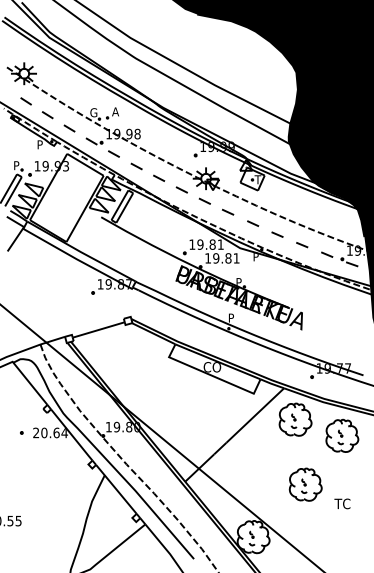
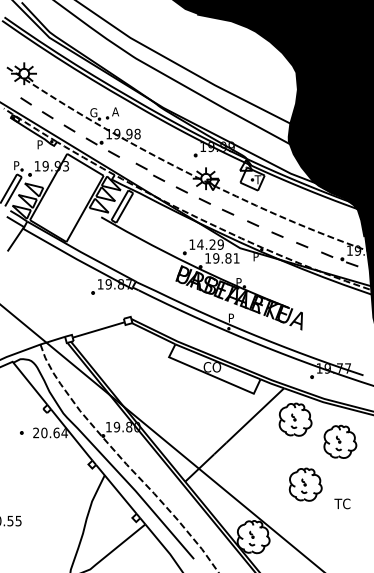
line at (136, 166) position: (136, 166) -> (141, 166)
text at (210, 244): 19.81 -> 14.29
part at (342, 435) position: (342, 435) -> (340, 441)
